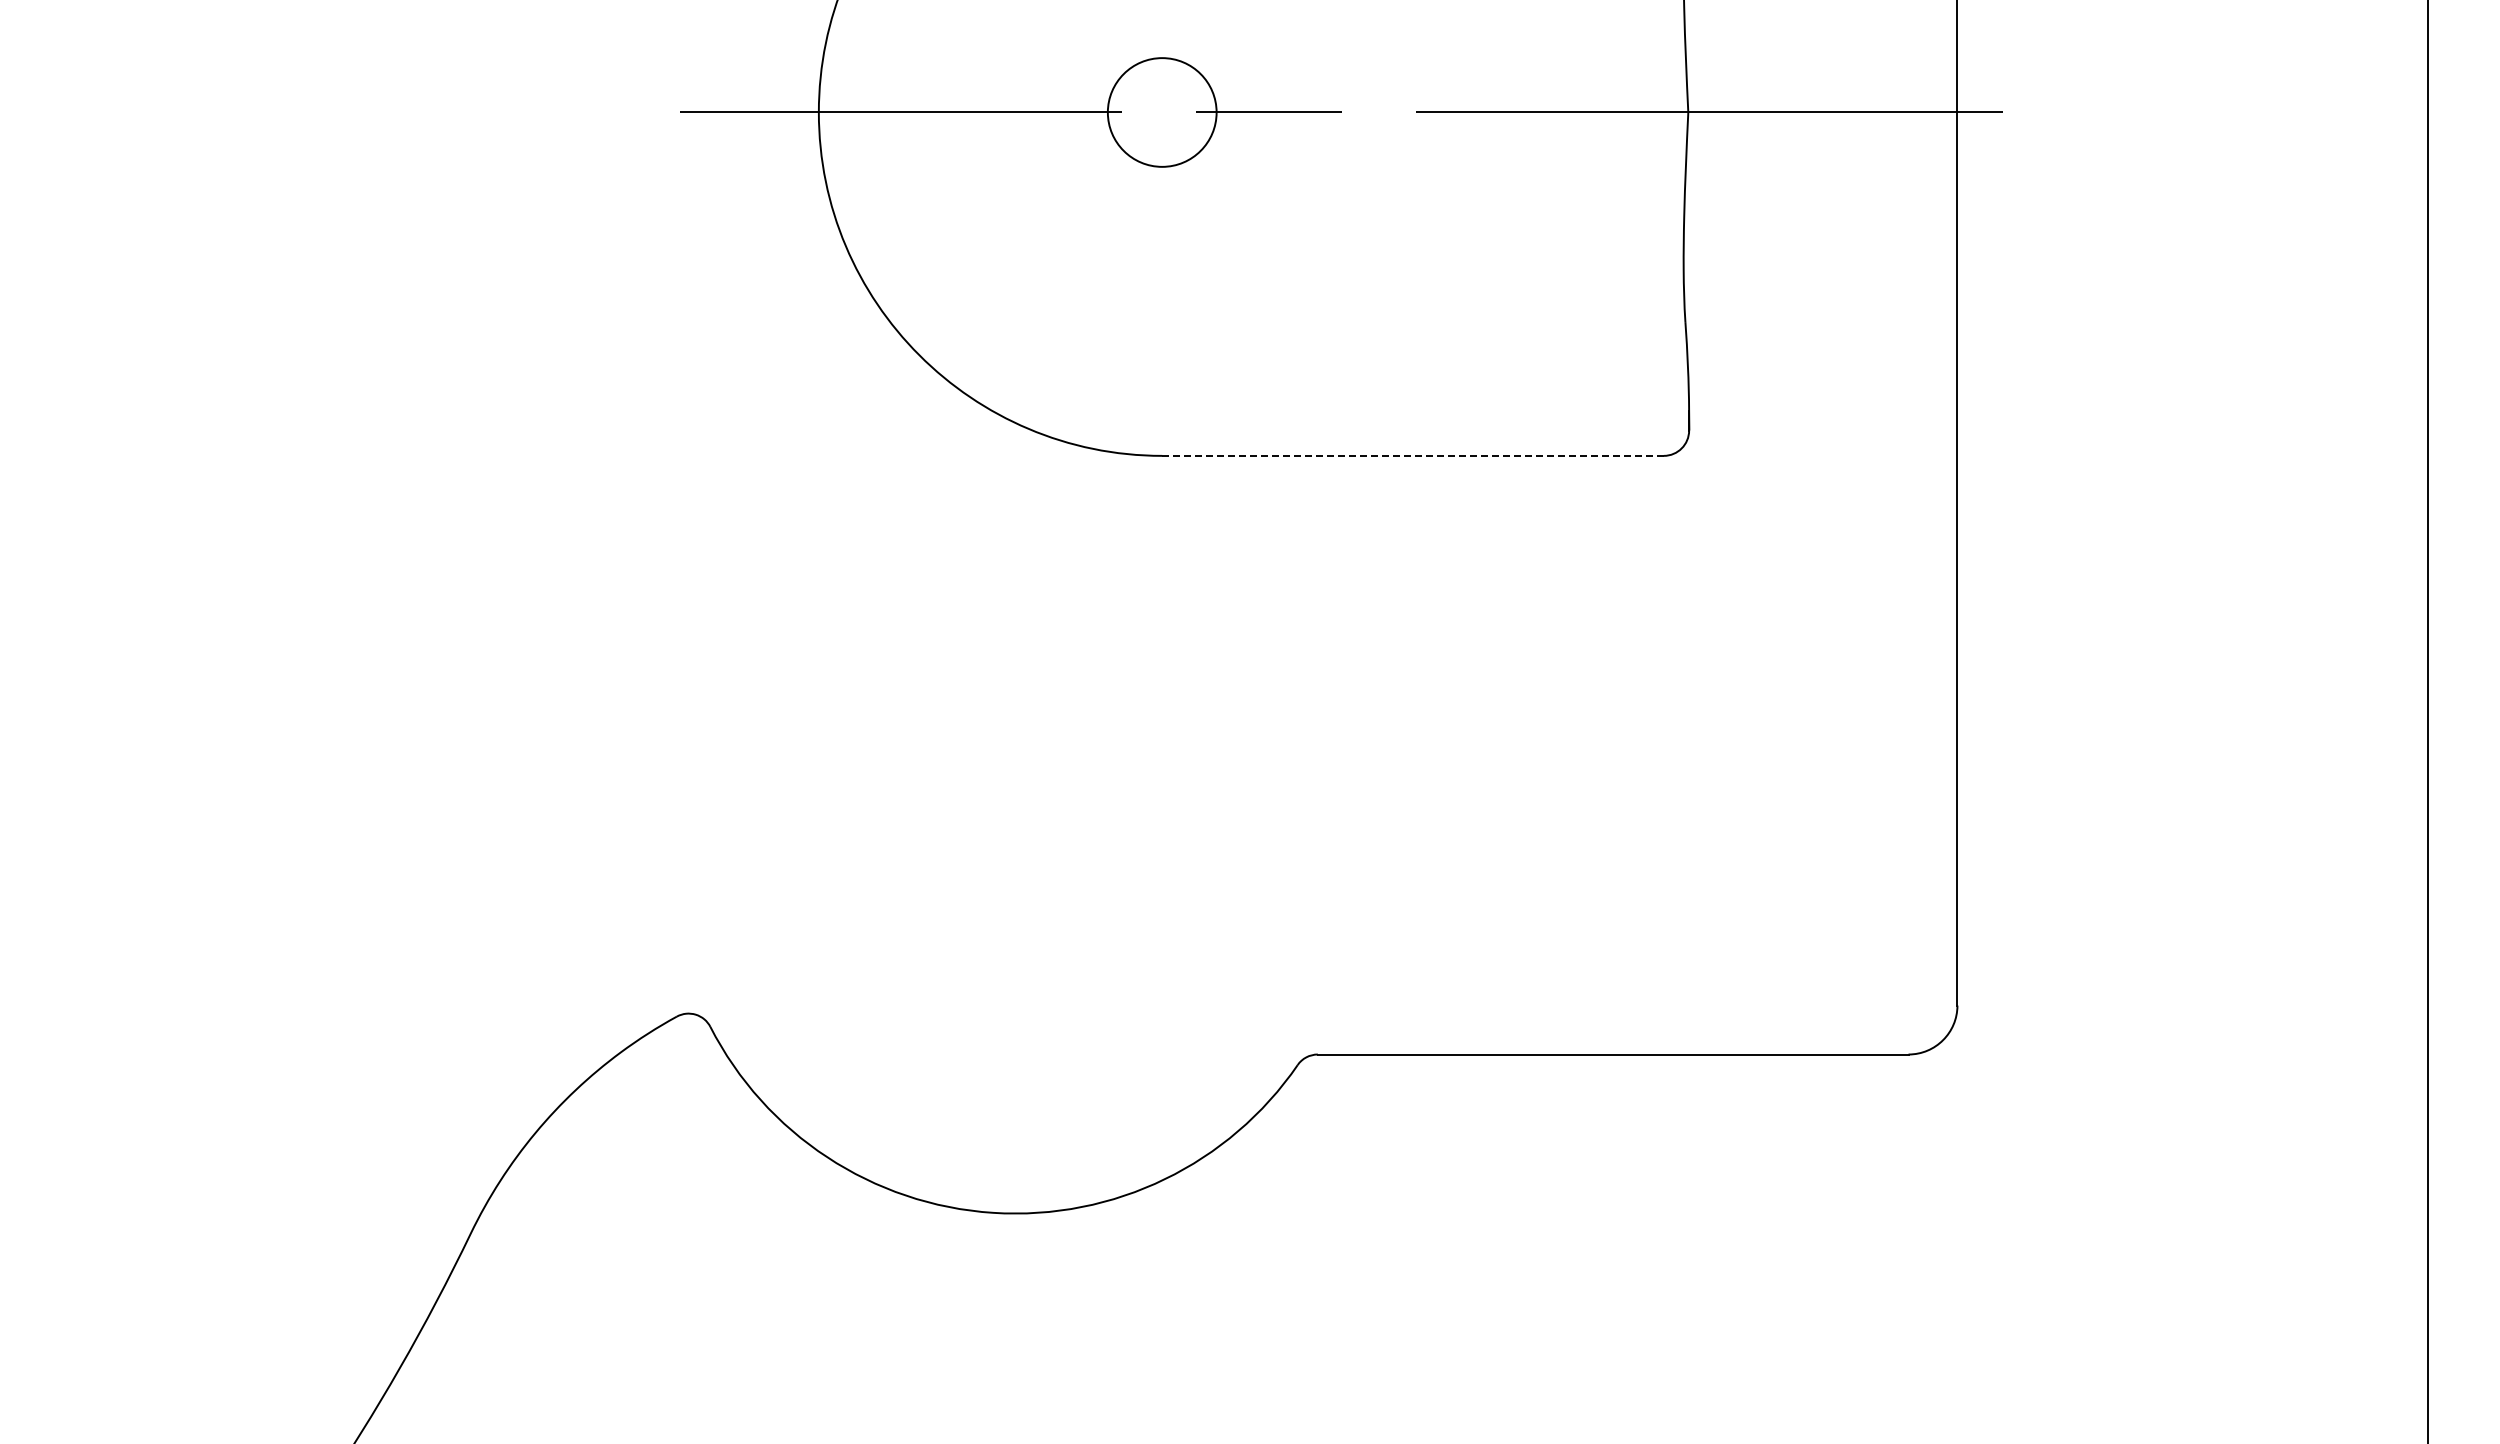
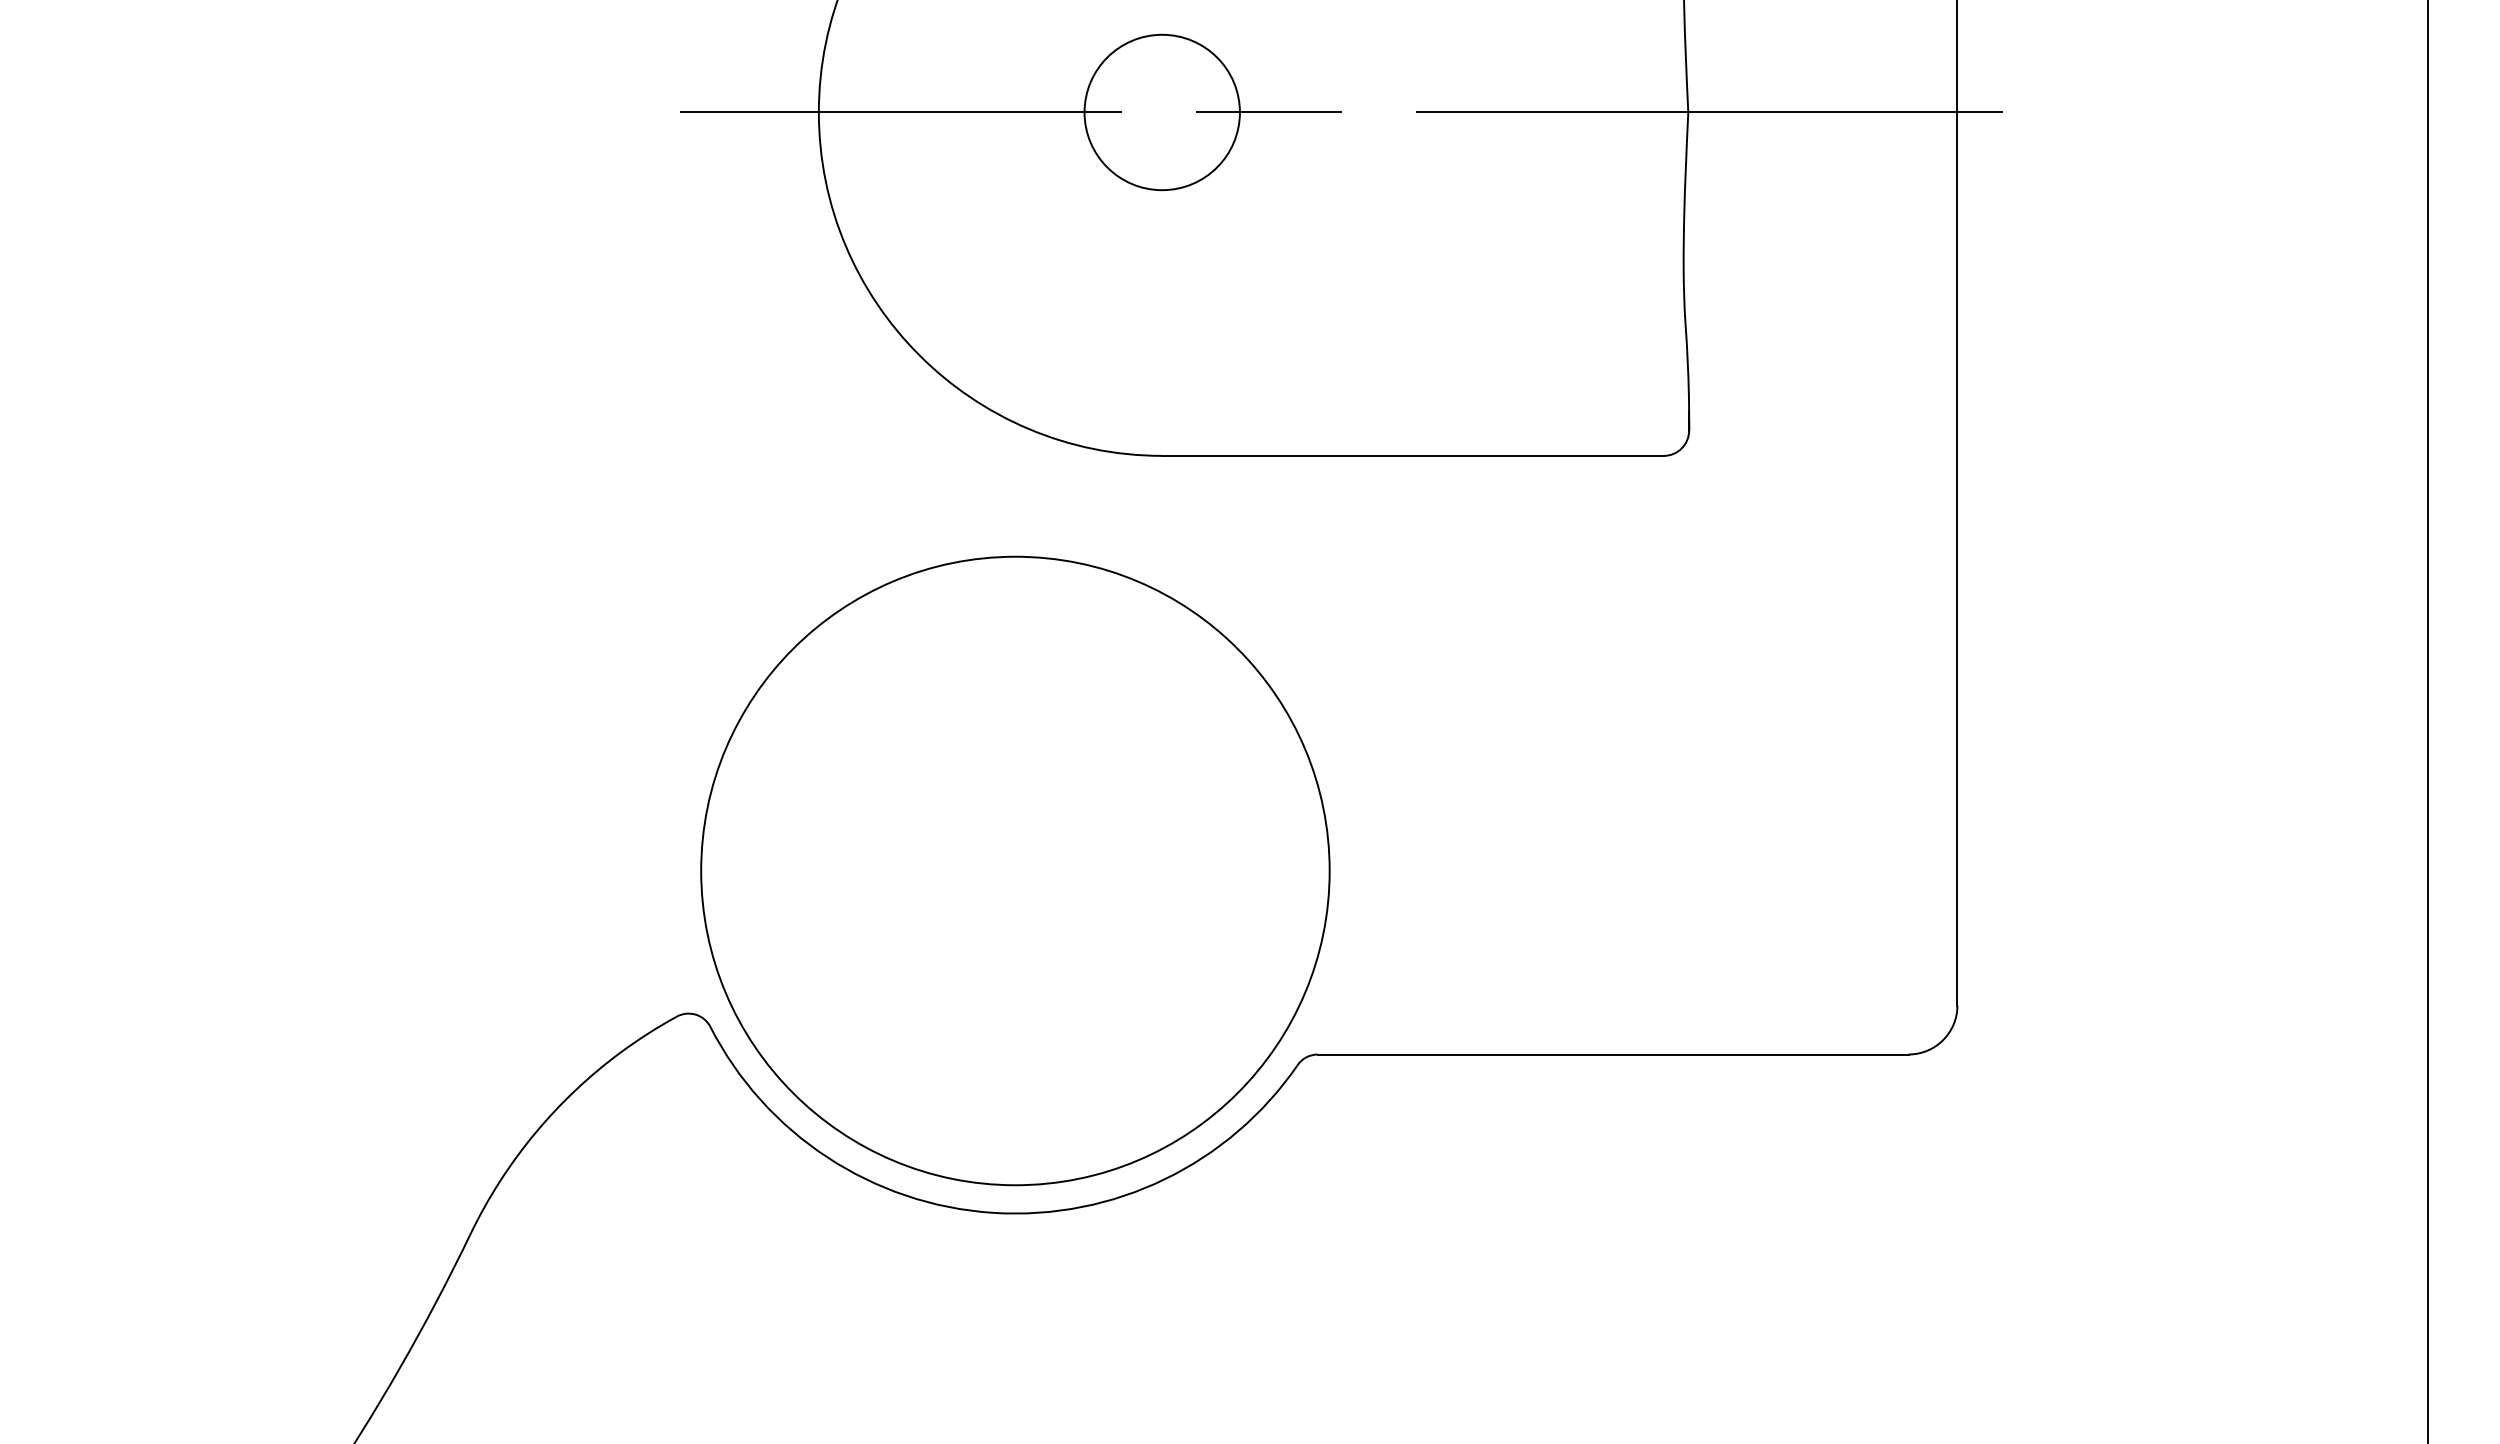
circle at (1161, 112) diameter: 109 px -> 155 px
line at (1413, 455): dashed -> solid
circle at (1015, 870): none -> present
